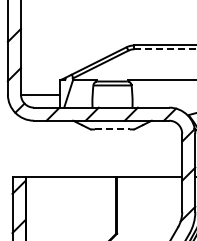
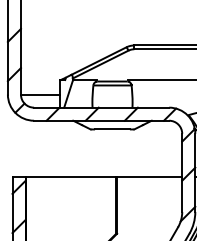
line at (165, 49): dashed -> solid
line at (113, 129): dashed -> solid
